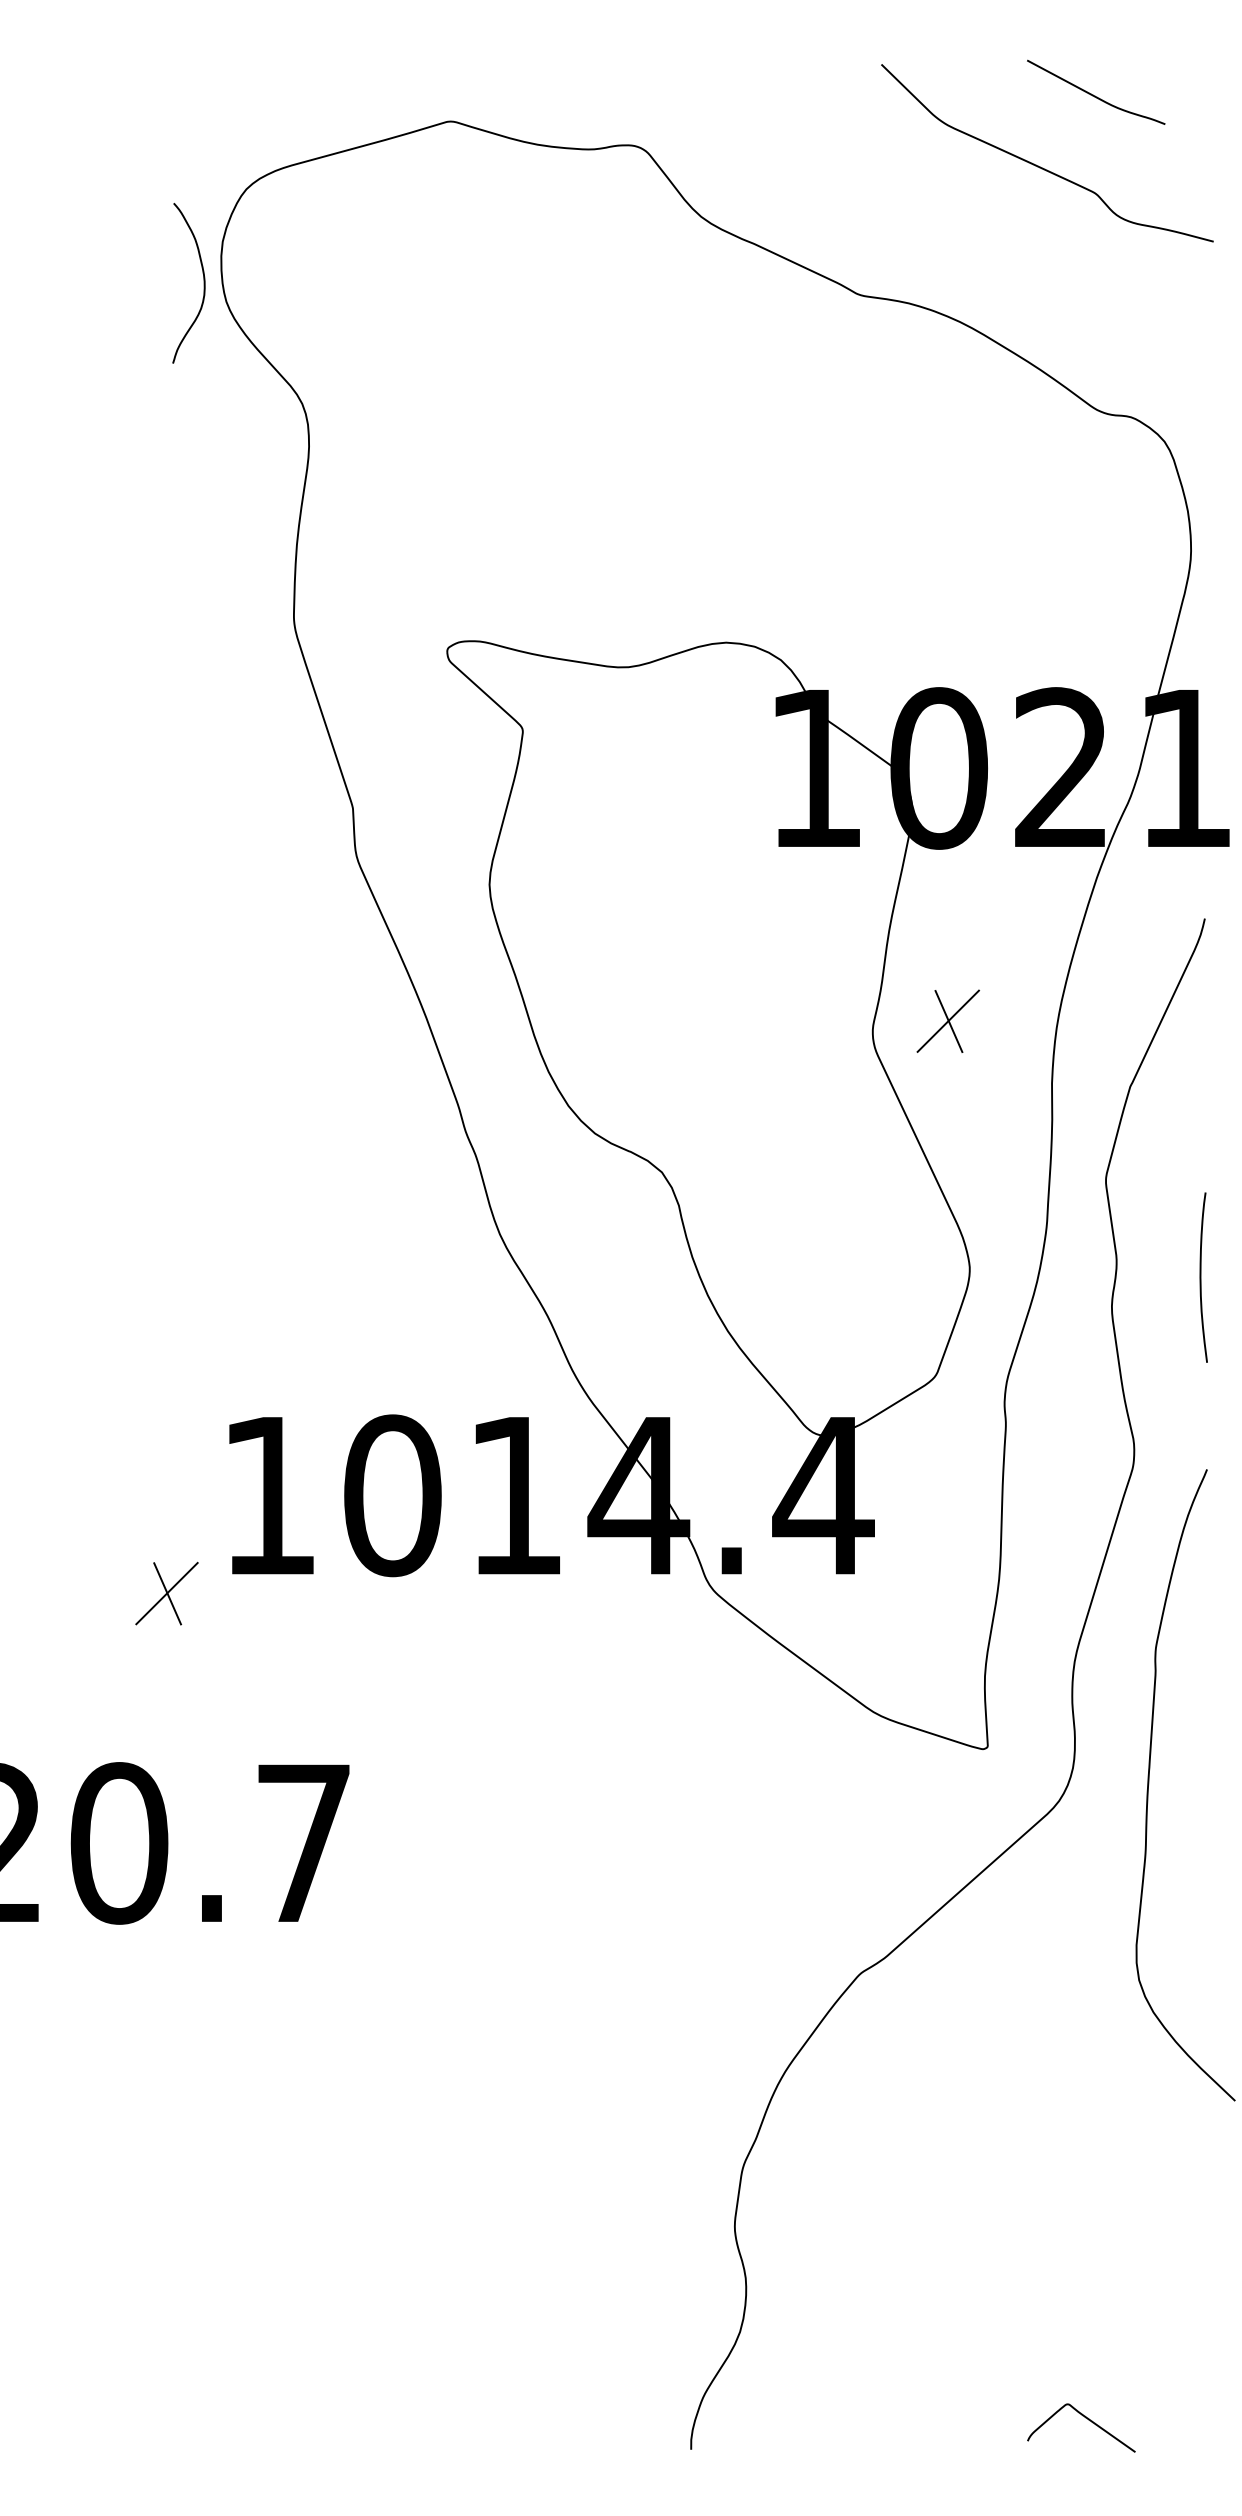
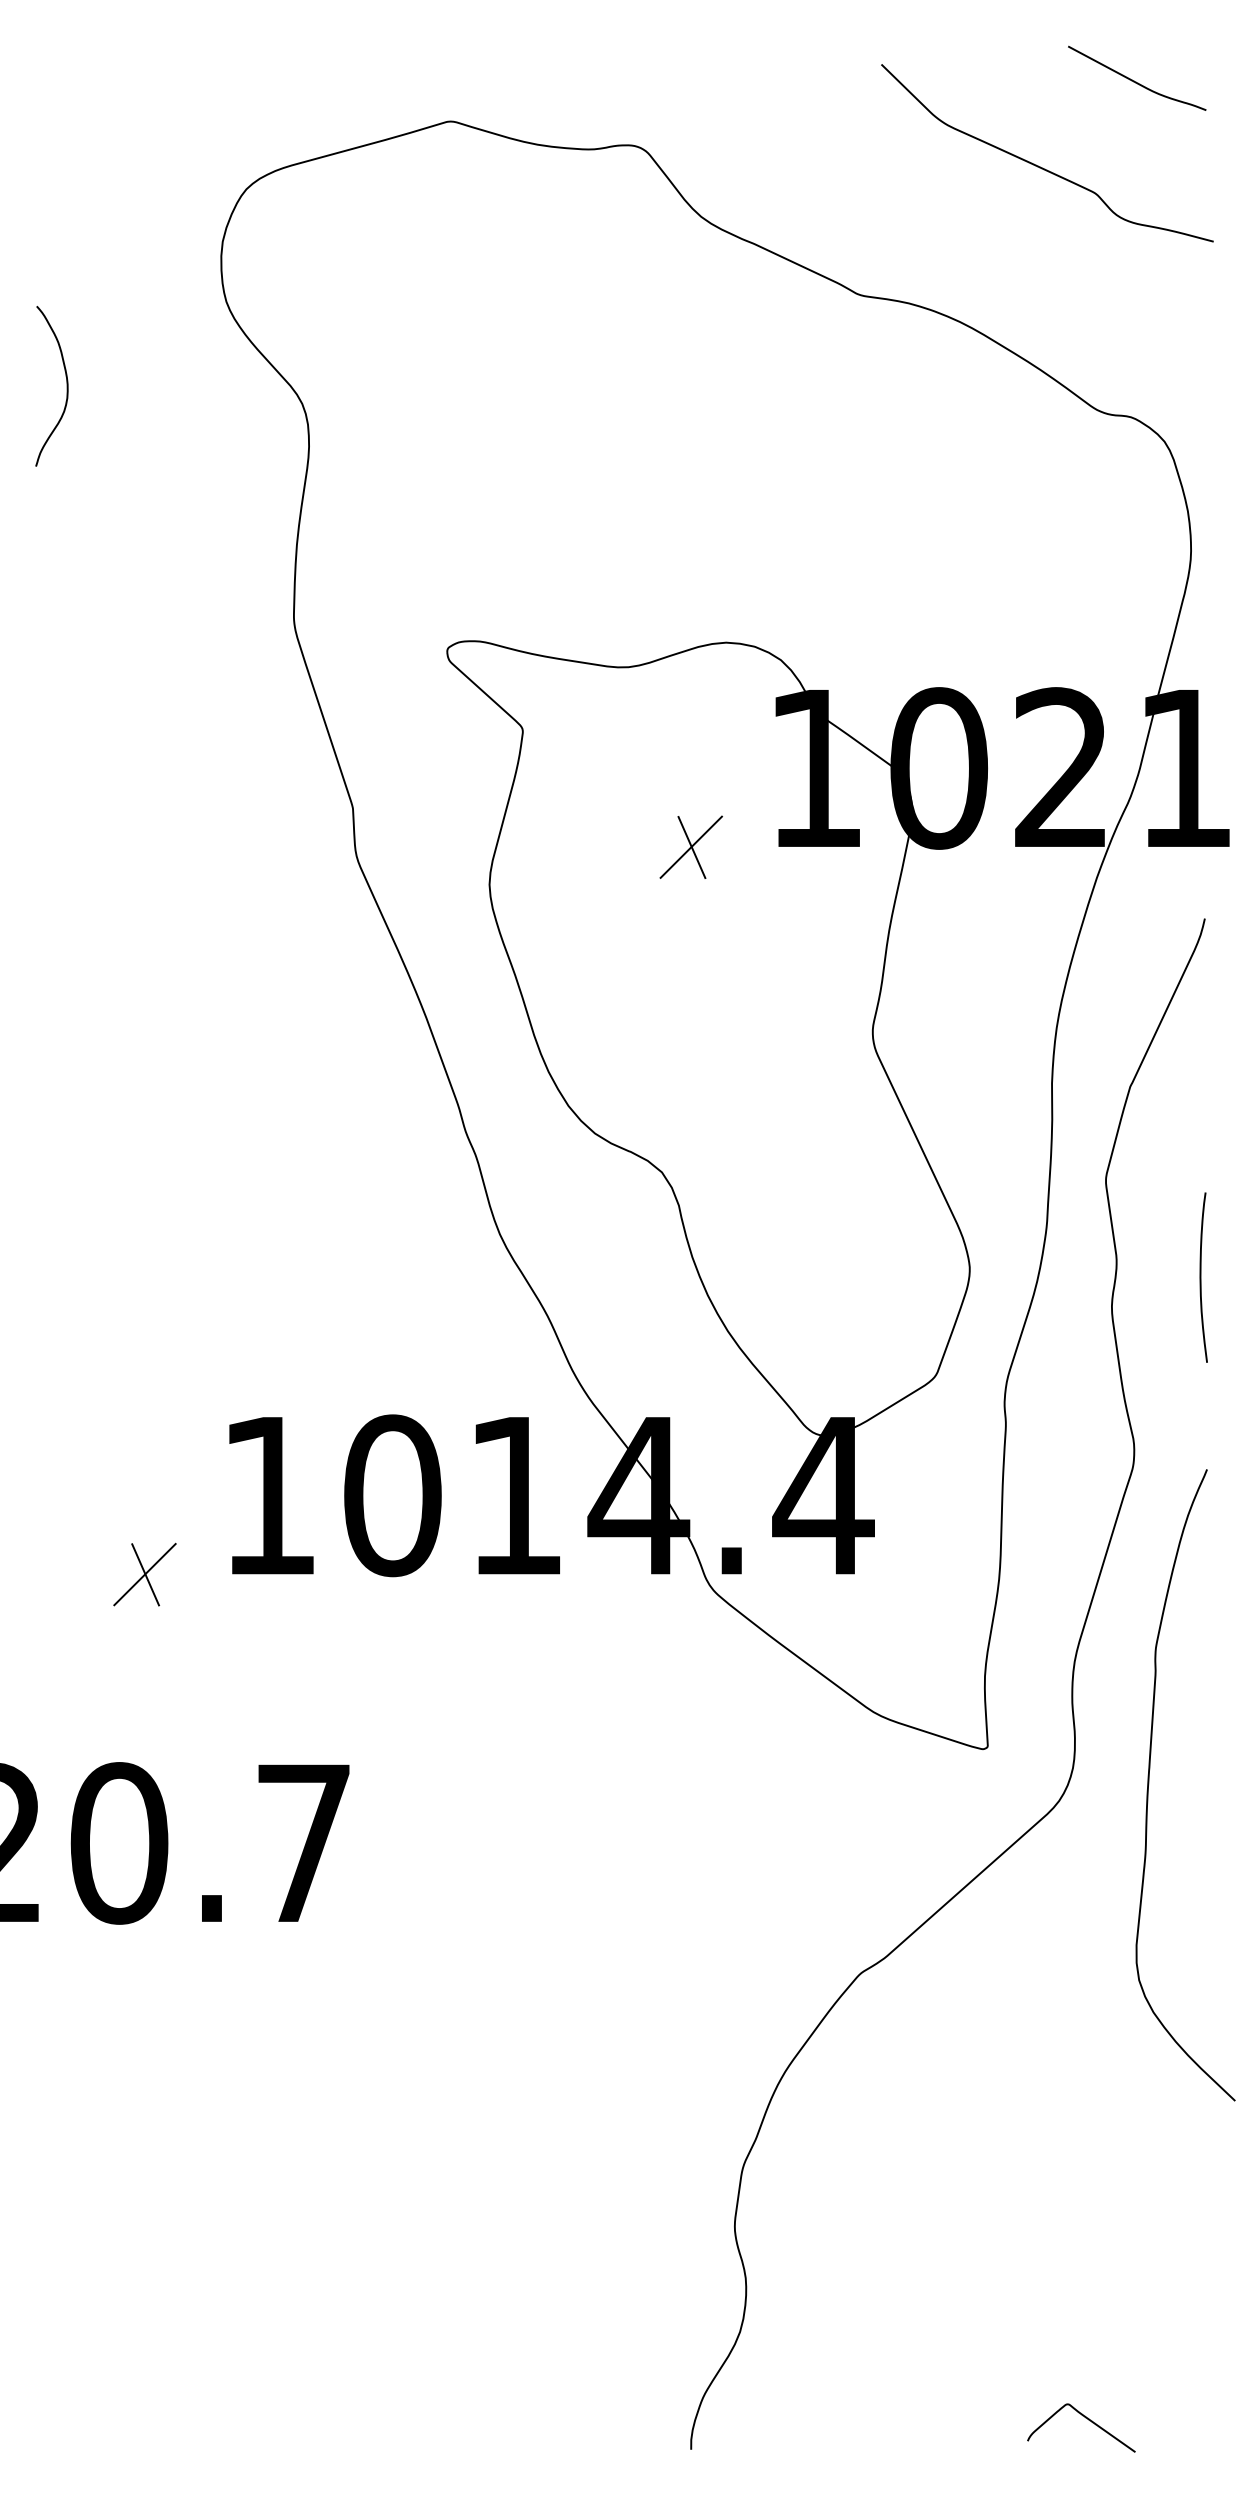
curve at (1095, 95) position: (1095, 95) -> (1136, 81)
curve at (203, 283) position: (203, 283) -> (66, 386)
part at (947, 1020) position: (947, 1020) -> (690, 846)
part at (166, 1593) position: (166, 1593) -> (144, 1574)
